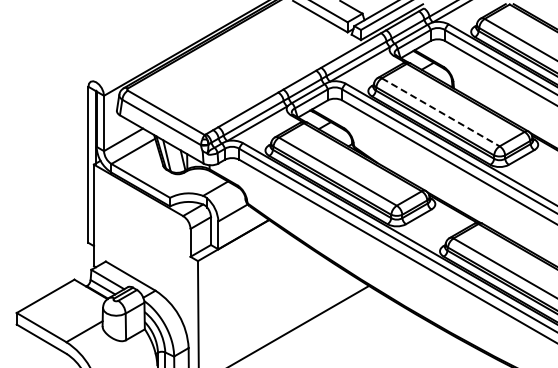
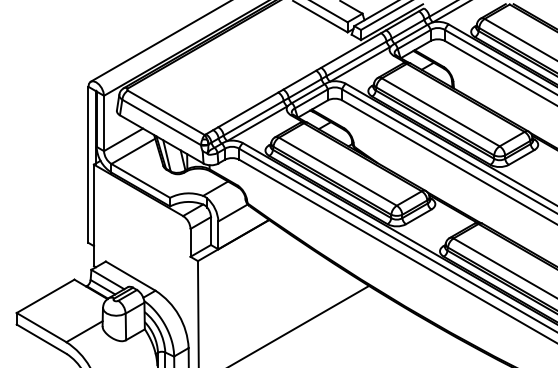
line at (159, 41): none -> present
line at (441, 112): dashed -> solid
